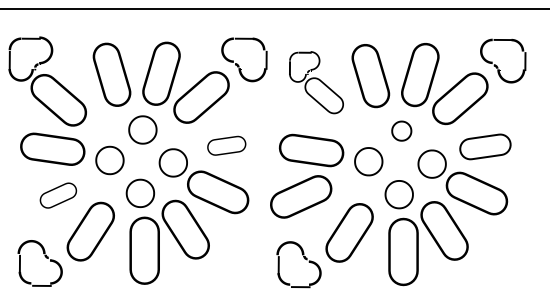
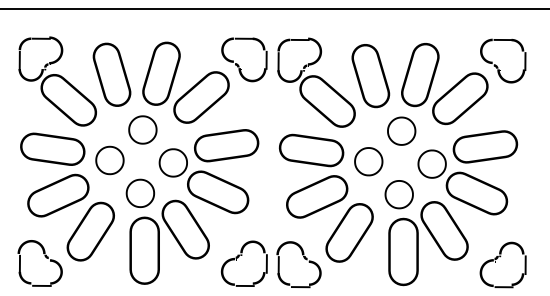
part at (47, 81) position: (47, 81) -> (57, 81)
part at (316, 82) size: 55x64 px -> 79x91 px
part at (401, 130) size: 22x22 px -> 30x30 px
part at (226, 145) size: 40x21 px -> 66x34 px
part at (485, 146) size: 53x28 px -> 67x34 px
part at (58, 195) size: 39x27 px -> 63x45 px
part at (301, 196) position: (301, 196) -> (317, 196)
part at (243, 263): none -> present
part at (502, 264): none -> present
